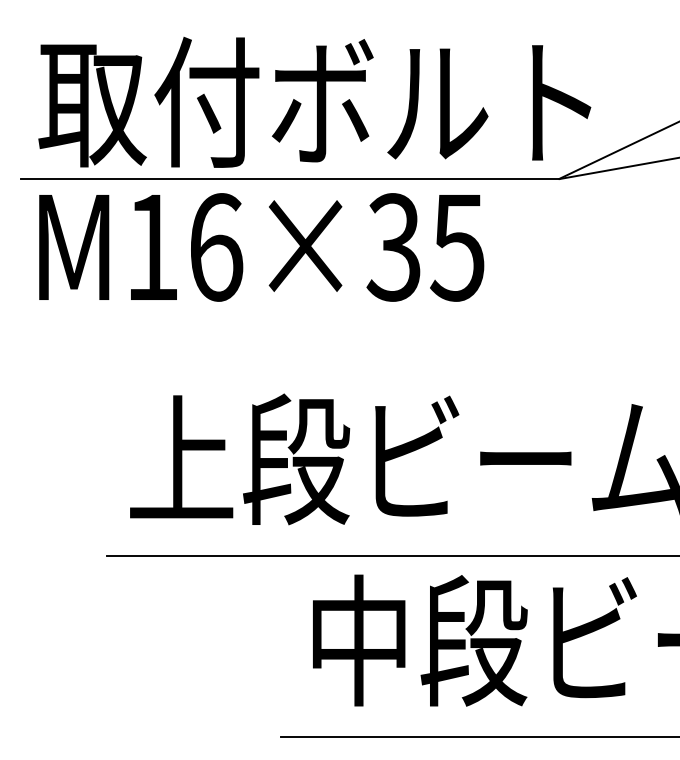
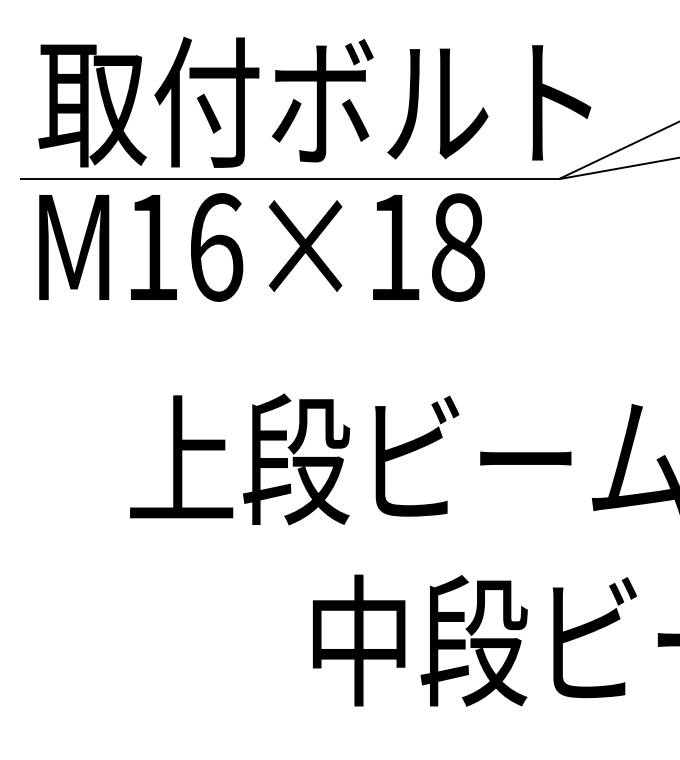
text at (425, 247): M16×35 -> M16×18
line at (391, 555): present -> none
line at (478, 737): present -> none
